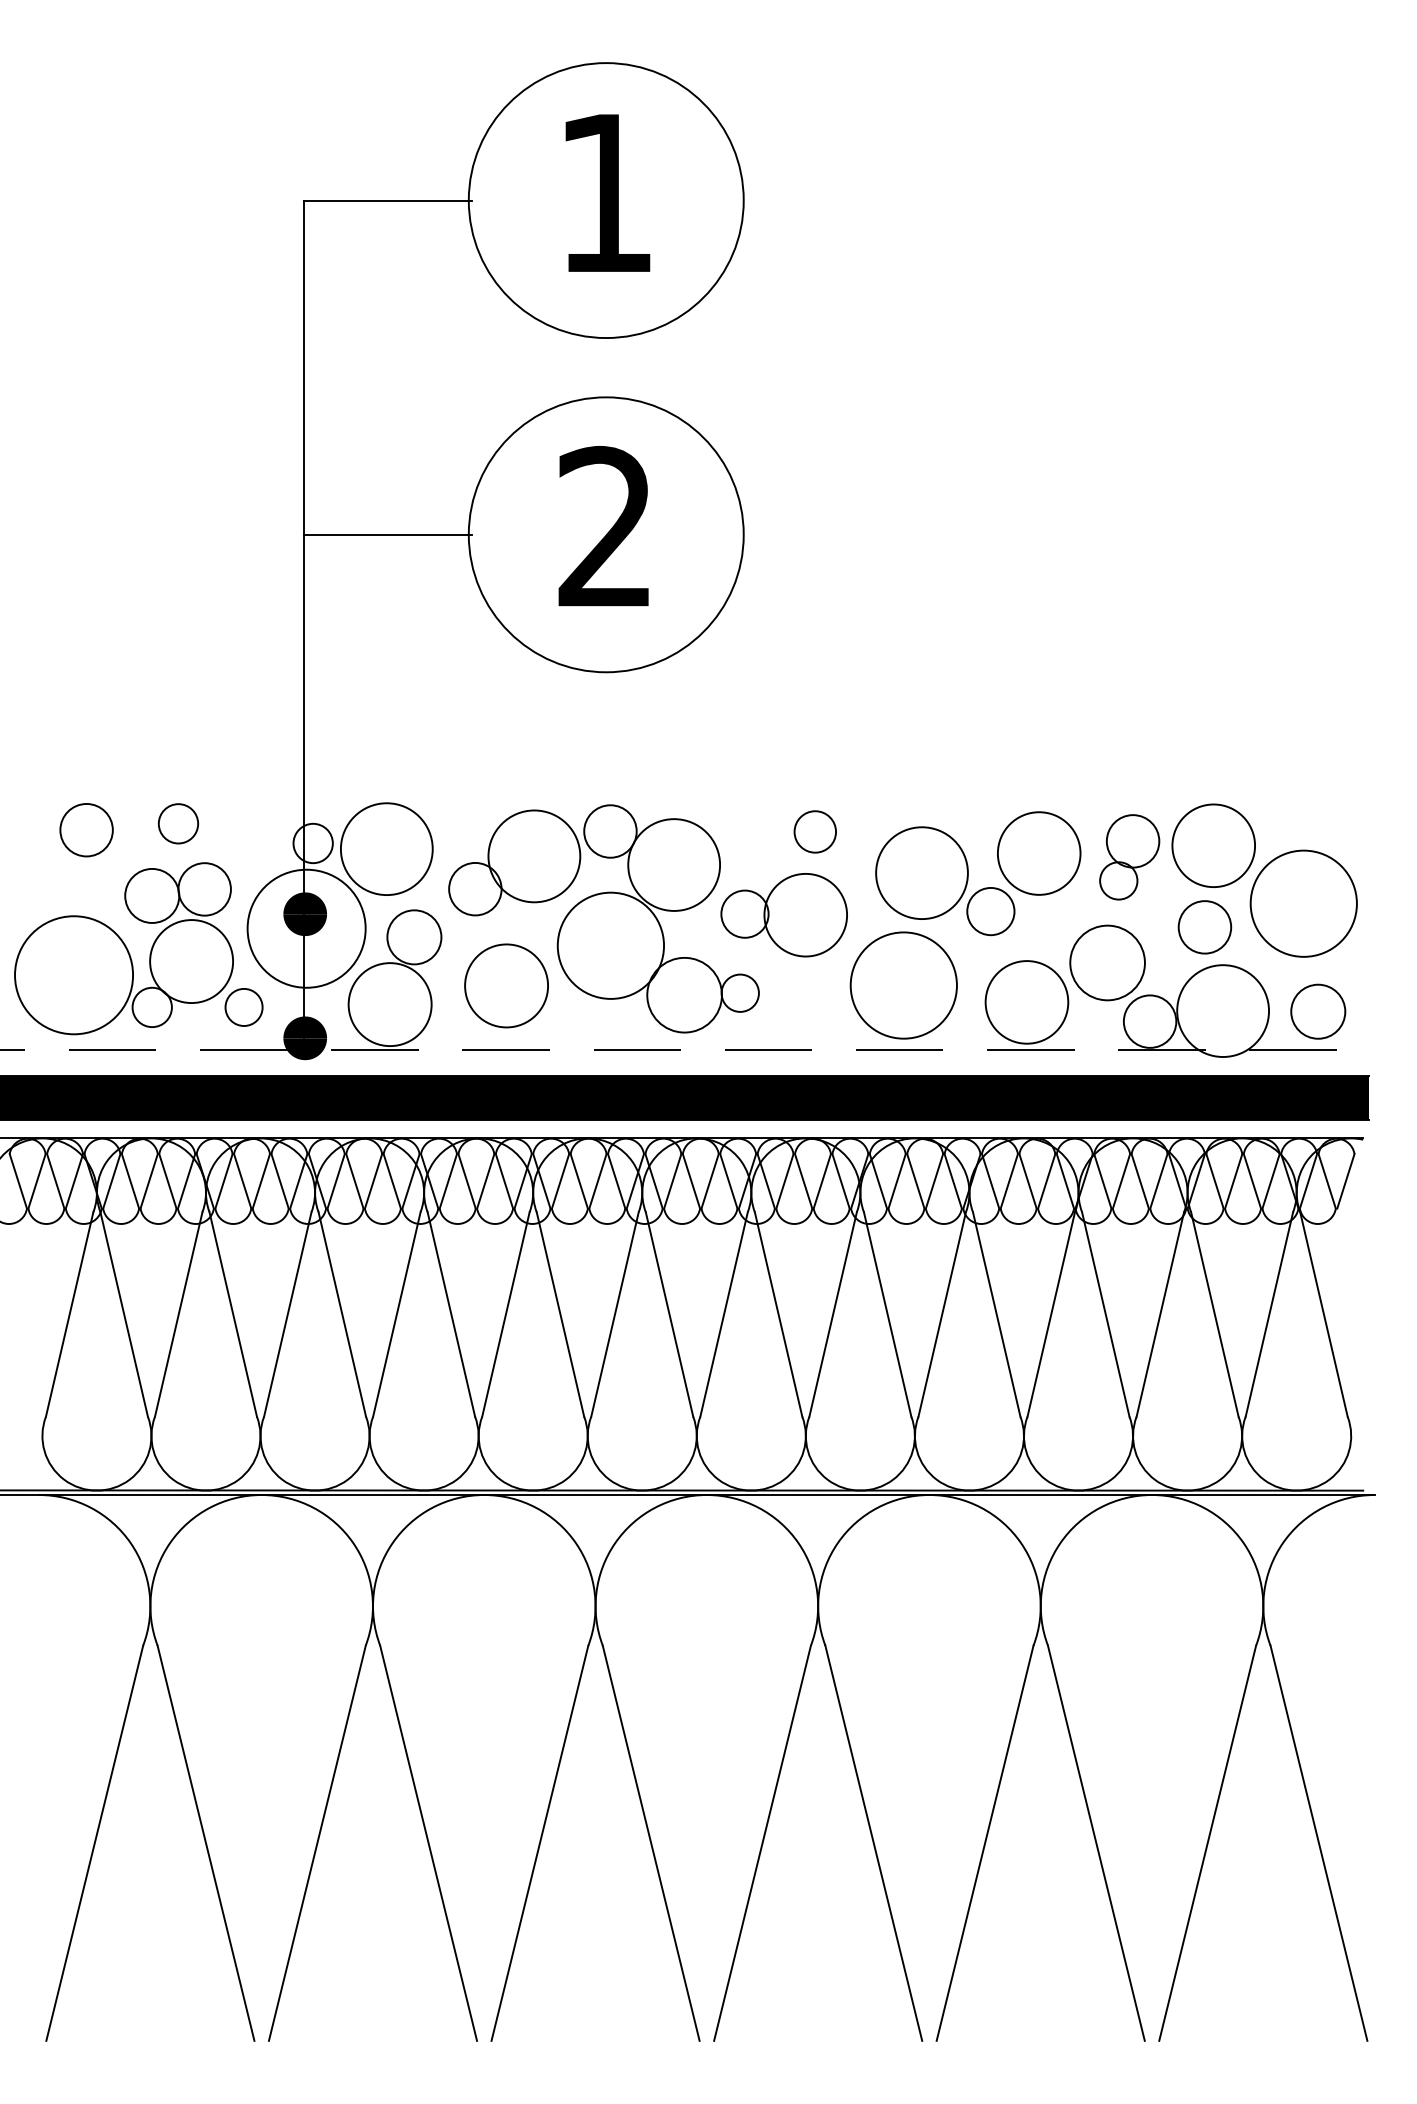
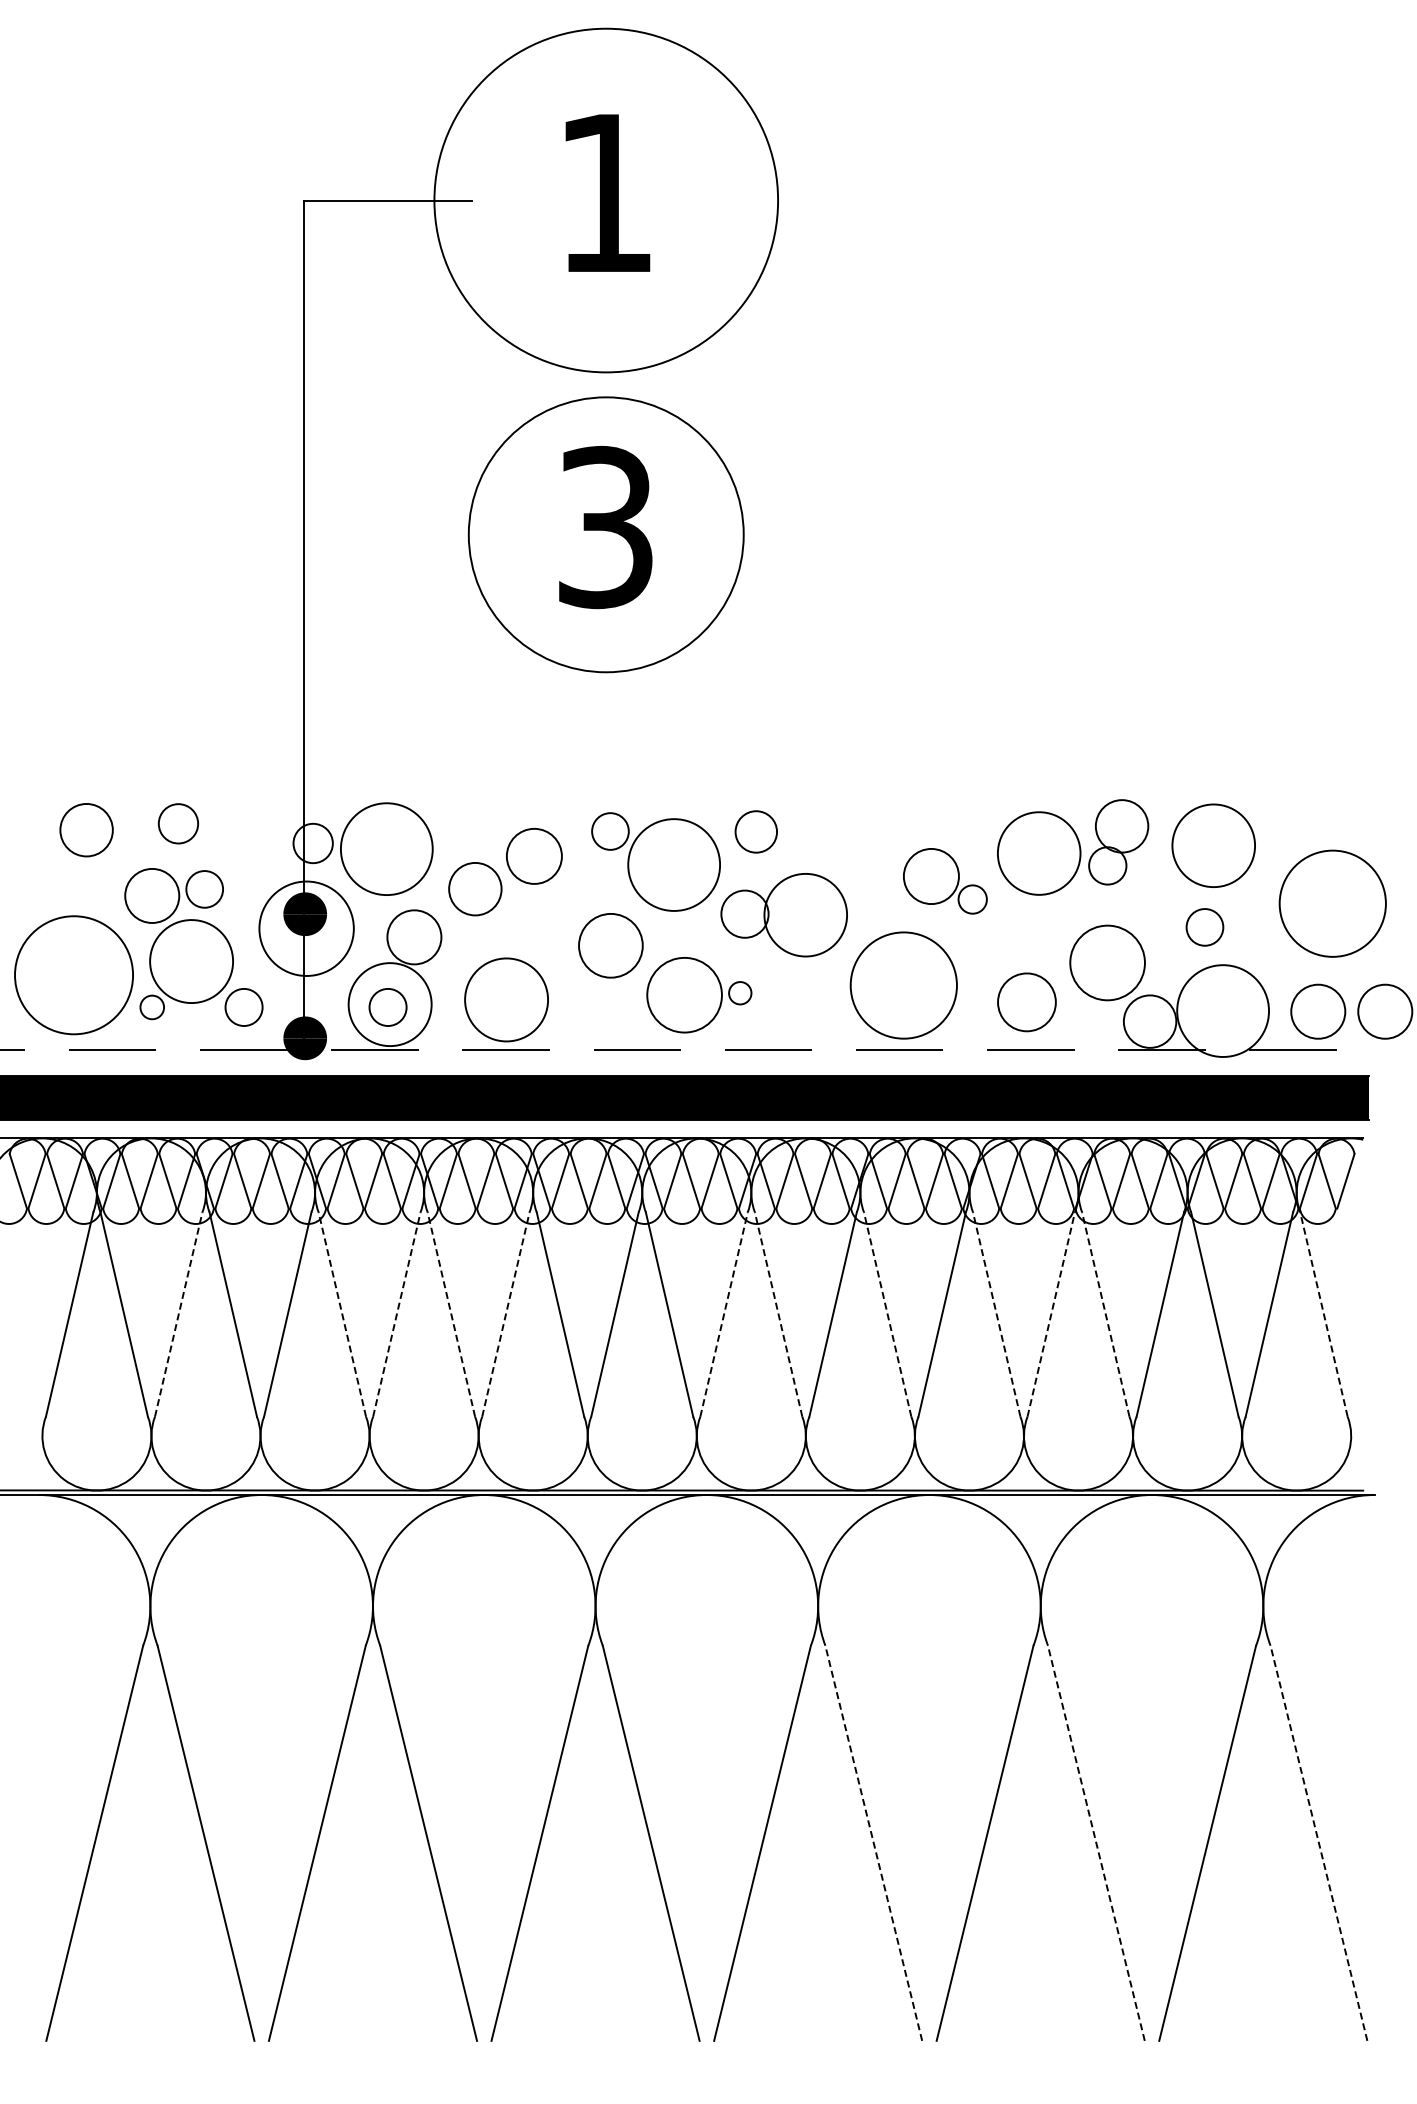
circle at (605, 200) diameter: 275 px -> 344 px
text at (605, 527): 2 -> 3
line at (388, 534): present -> none
circle at (610, 831) diameter: 52 px -> 37 px
circle at (814, 831) position: (814, 831) -> (755, 831)
circle at (534, 856) diameter: 92 px -> 55 px
part at (1129, 857) position: (1129, 857) -> (1118, 842)
part at (945, 881) size: 141x111 px -> 85x67 px
circle at (204, 889) diameter: 52 px -> 37 px
circle at (1303, 903) position: (1303, 903) -> (1332, 903)
circle at (1204, 927) size: 56x55 px -> 40x39 px
circle at (306, 928) diameter: 118 px -> 94 px
circle at (610, 945) diameter: 106 px -> 64 px
circle at (506, 985) position: (506, 985) -> (506, 999)
circle at (739, 992) diameter: 37 px -> 22 px
circle at (1026, 1002) diameter: 83 px -> 58 px
circle at (151, 1007) diameter: 39 px -> 24 px
circle at (387, 1007): none -> present
circle at (1385, 1011): none -> present
line at (178, 1314): solid -> dashed
line at (342, 1314): solid -> dashed
line at (396, 1314): solid -> dashed
line at (451, 1314): solid -> dashed
line at (505, 1314): solid -> dashed
line at (724, 1314): solid -> dashed
line at (778, 1314): solid -> dashed
line at (887, 1314): solid -> dashed
line at (996, 1314): solid -> dashed
line at (1051, 1314): solid -> dashed
line at (1105, 1314): solid -> dashed
line at (1323, 1314): solid -> dashed
line at (873, 1842): solid -> dashed
line at (1096, 1842): solid -> dashed
line at (1318, 1842): solid -> dashed
